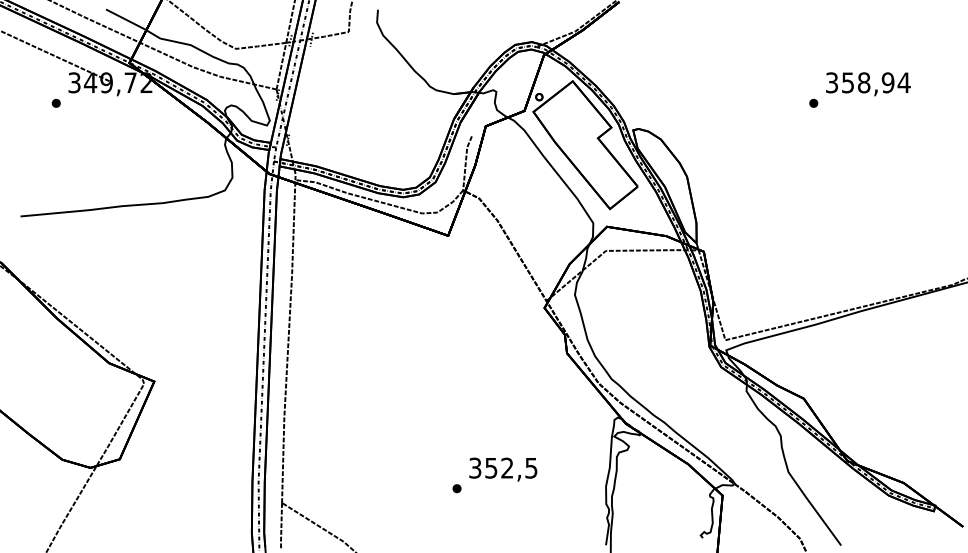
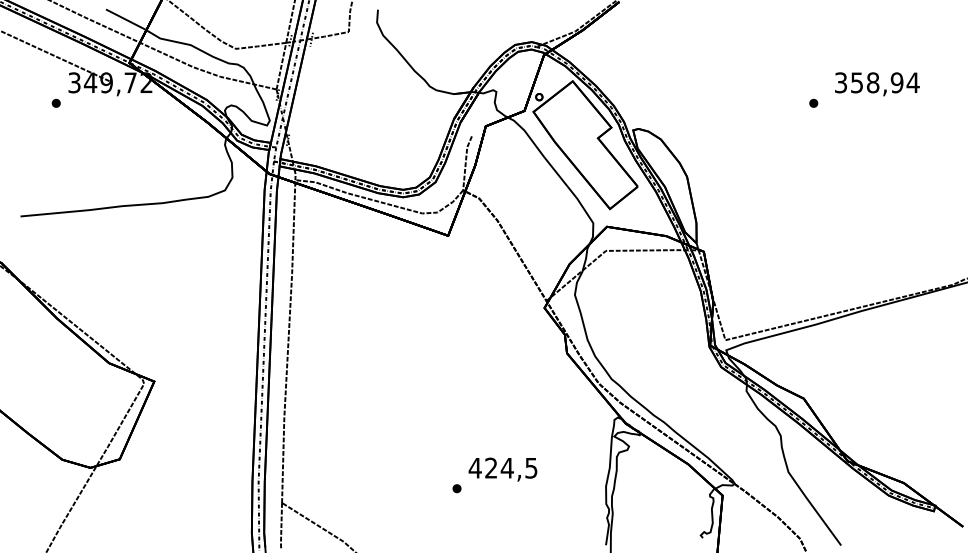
text at (868, 84) position: (868, 84) -> (877, 84)
text at (490, 467): 352,5 -> 424,5
